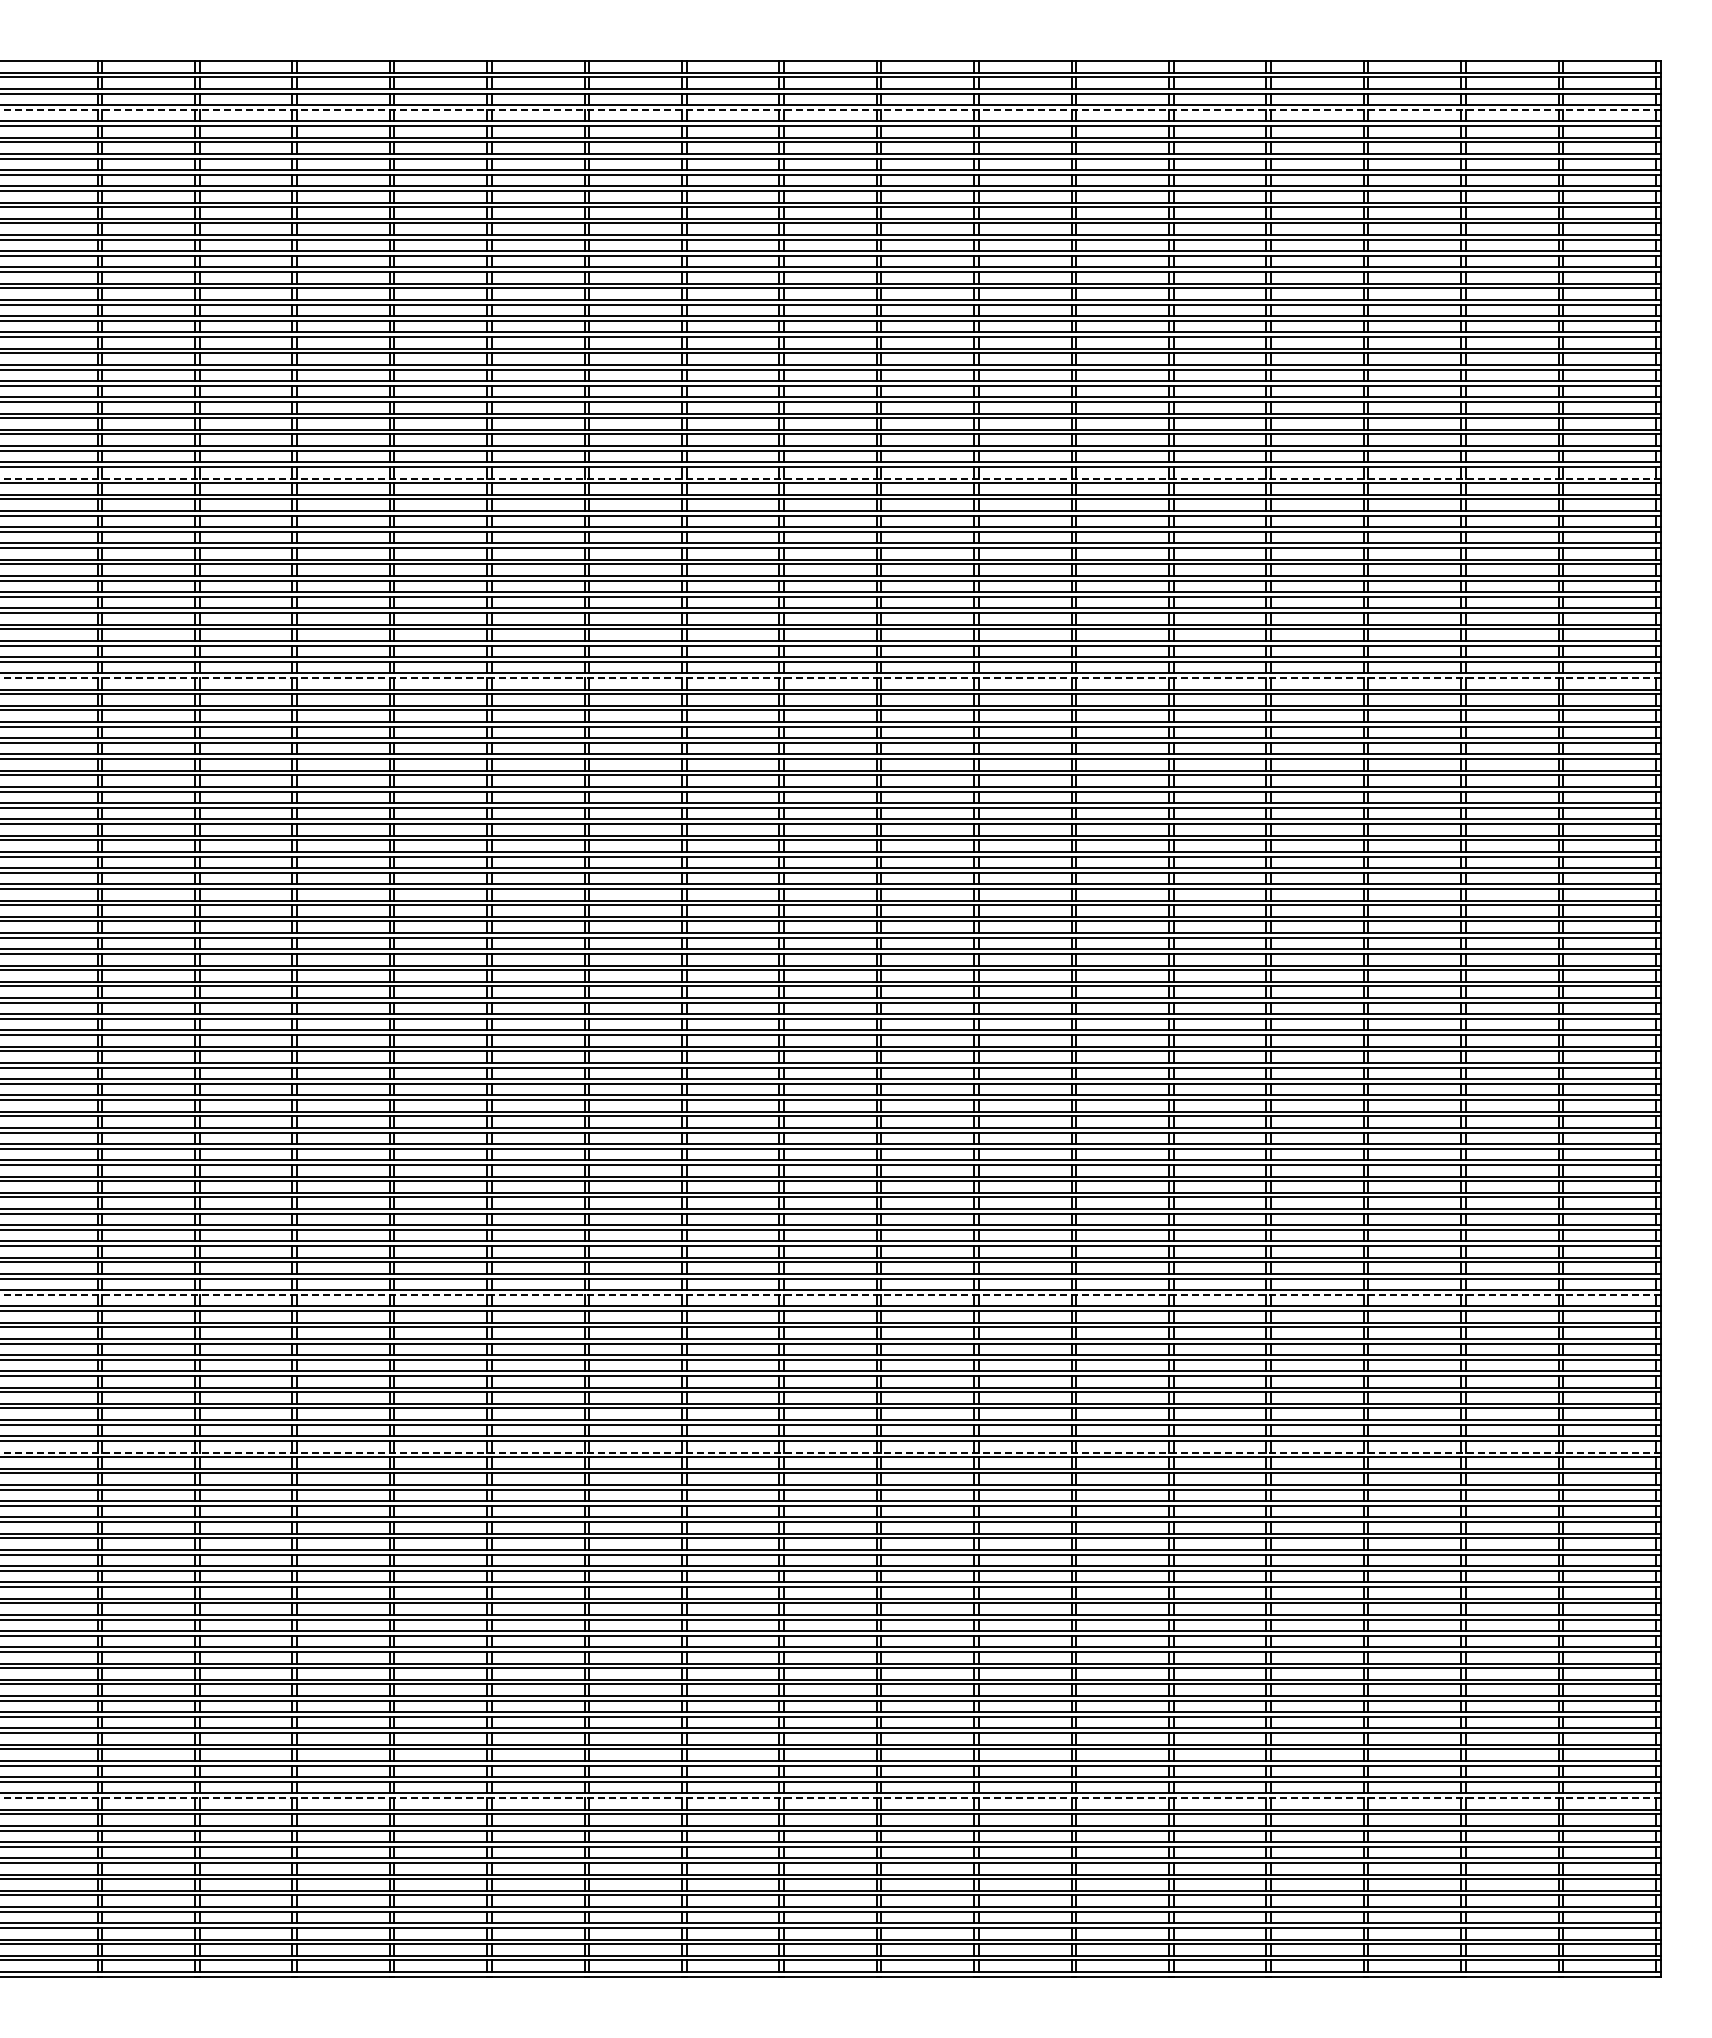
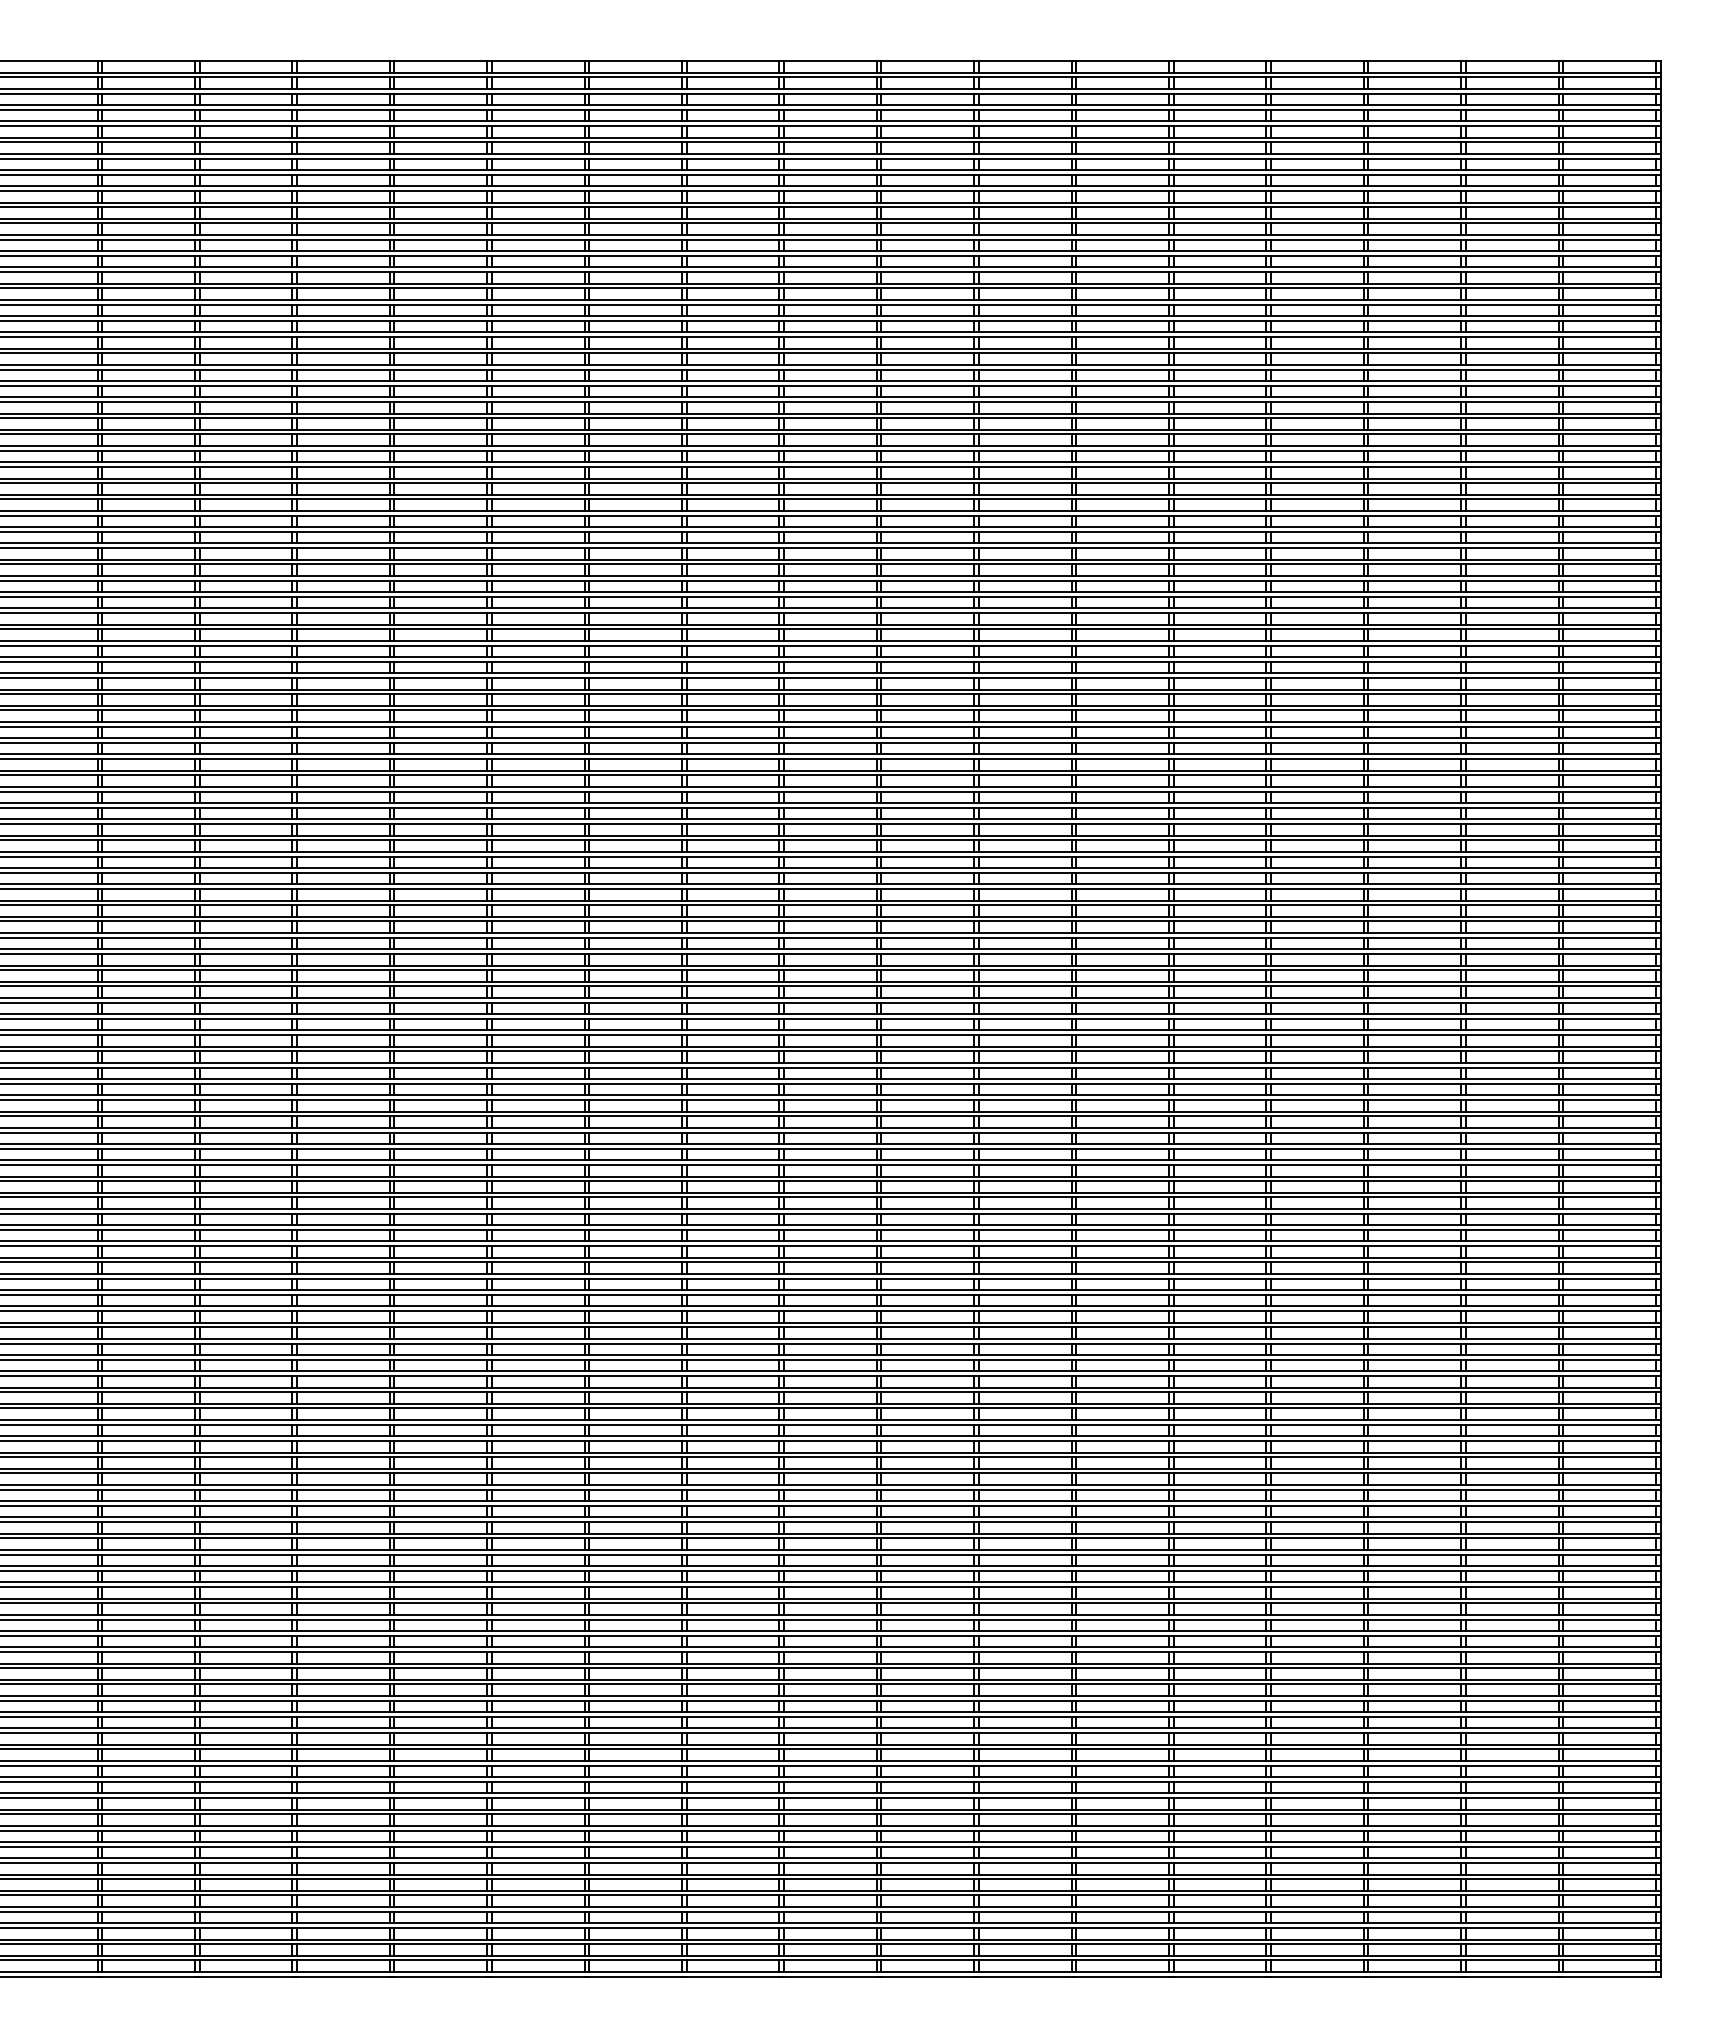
line at (831, 109): dashed -> solid
line at (830, 478): dashed -> solid
line at (831, 677): dashed -> solid
line at (831, 1294): dashed -> solid
line at (830, 1452): dashed -> solid
line at (831, 1798): dashed -> solid
